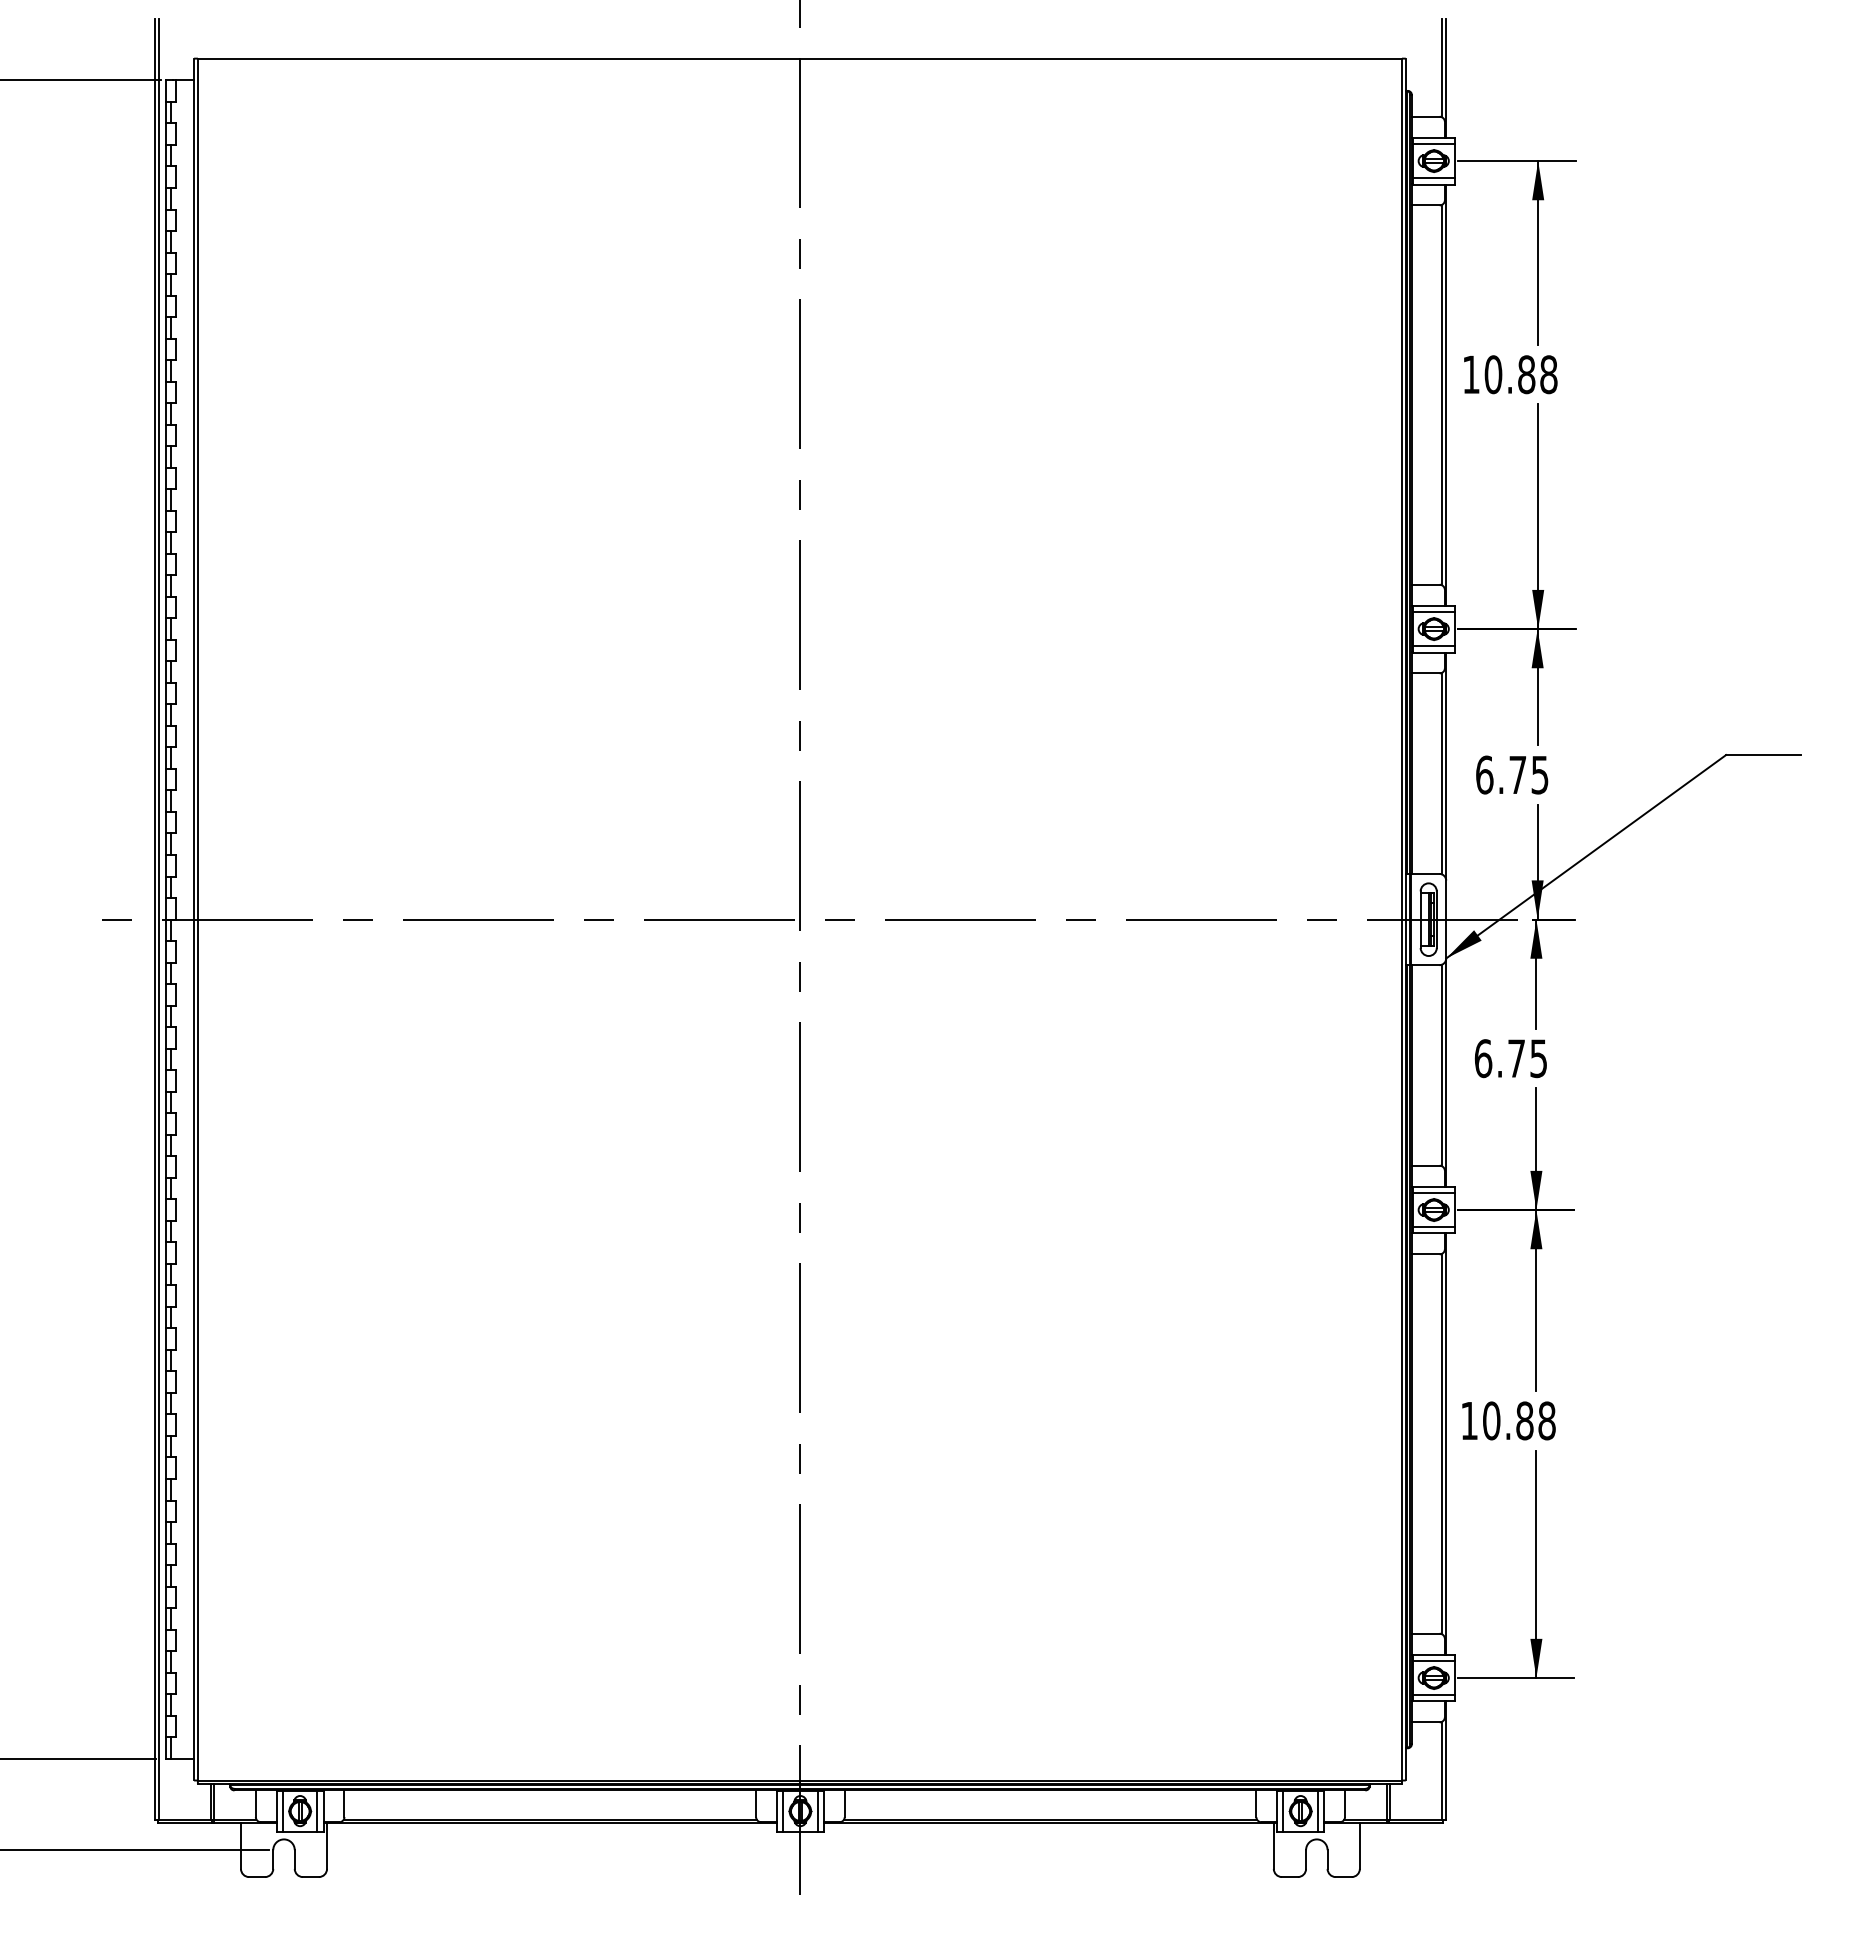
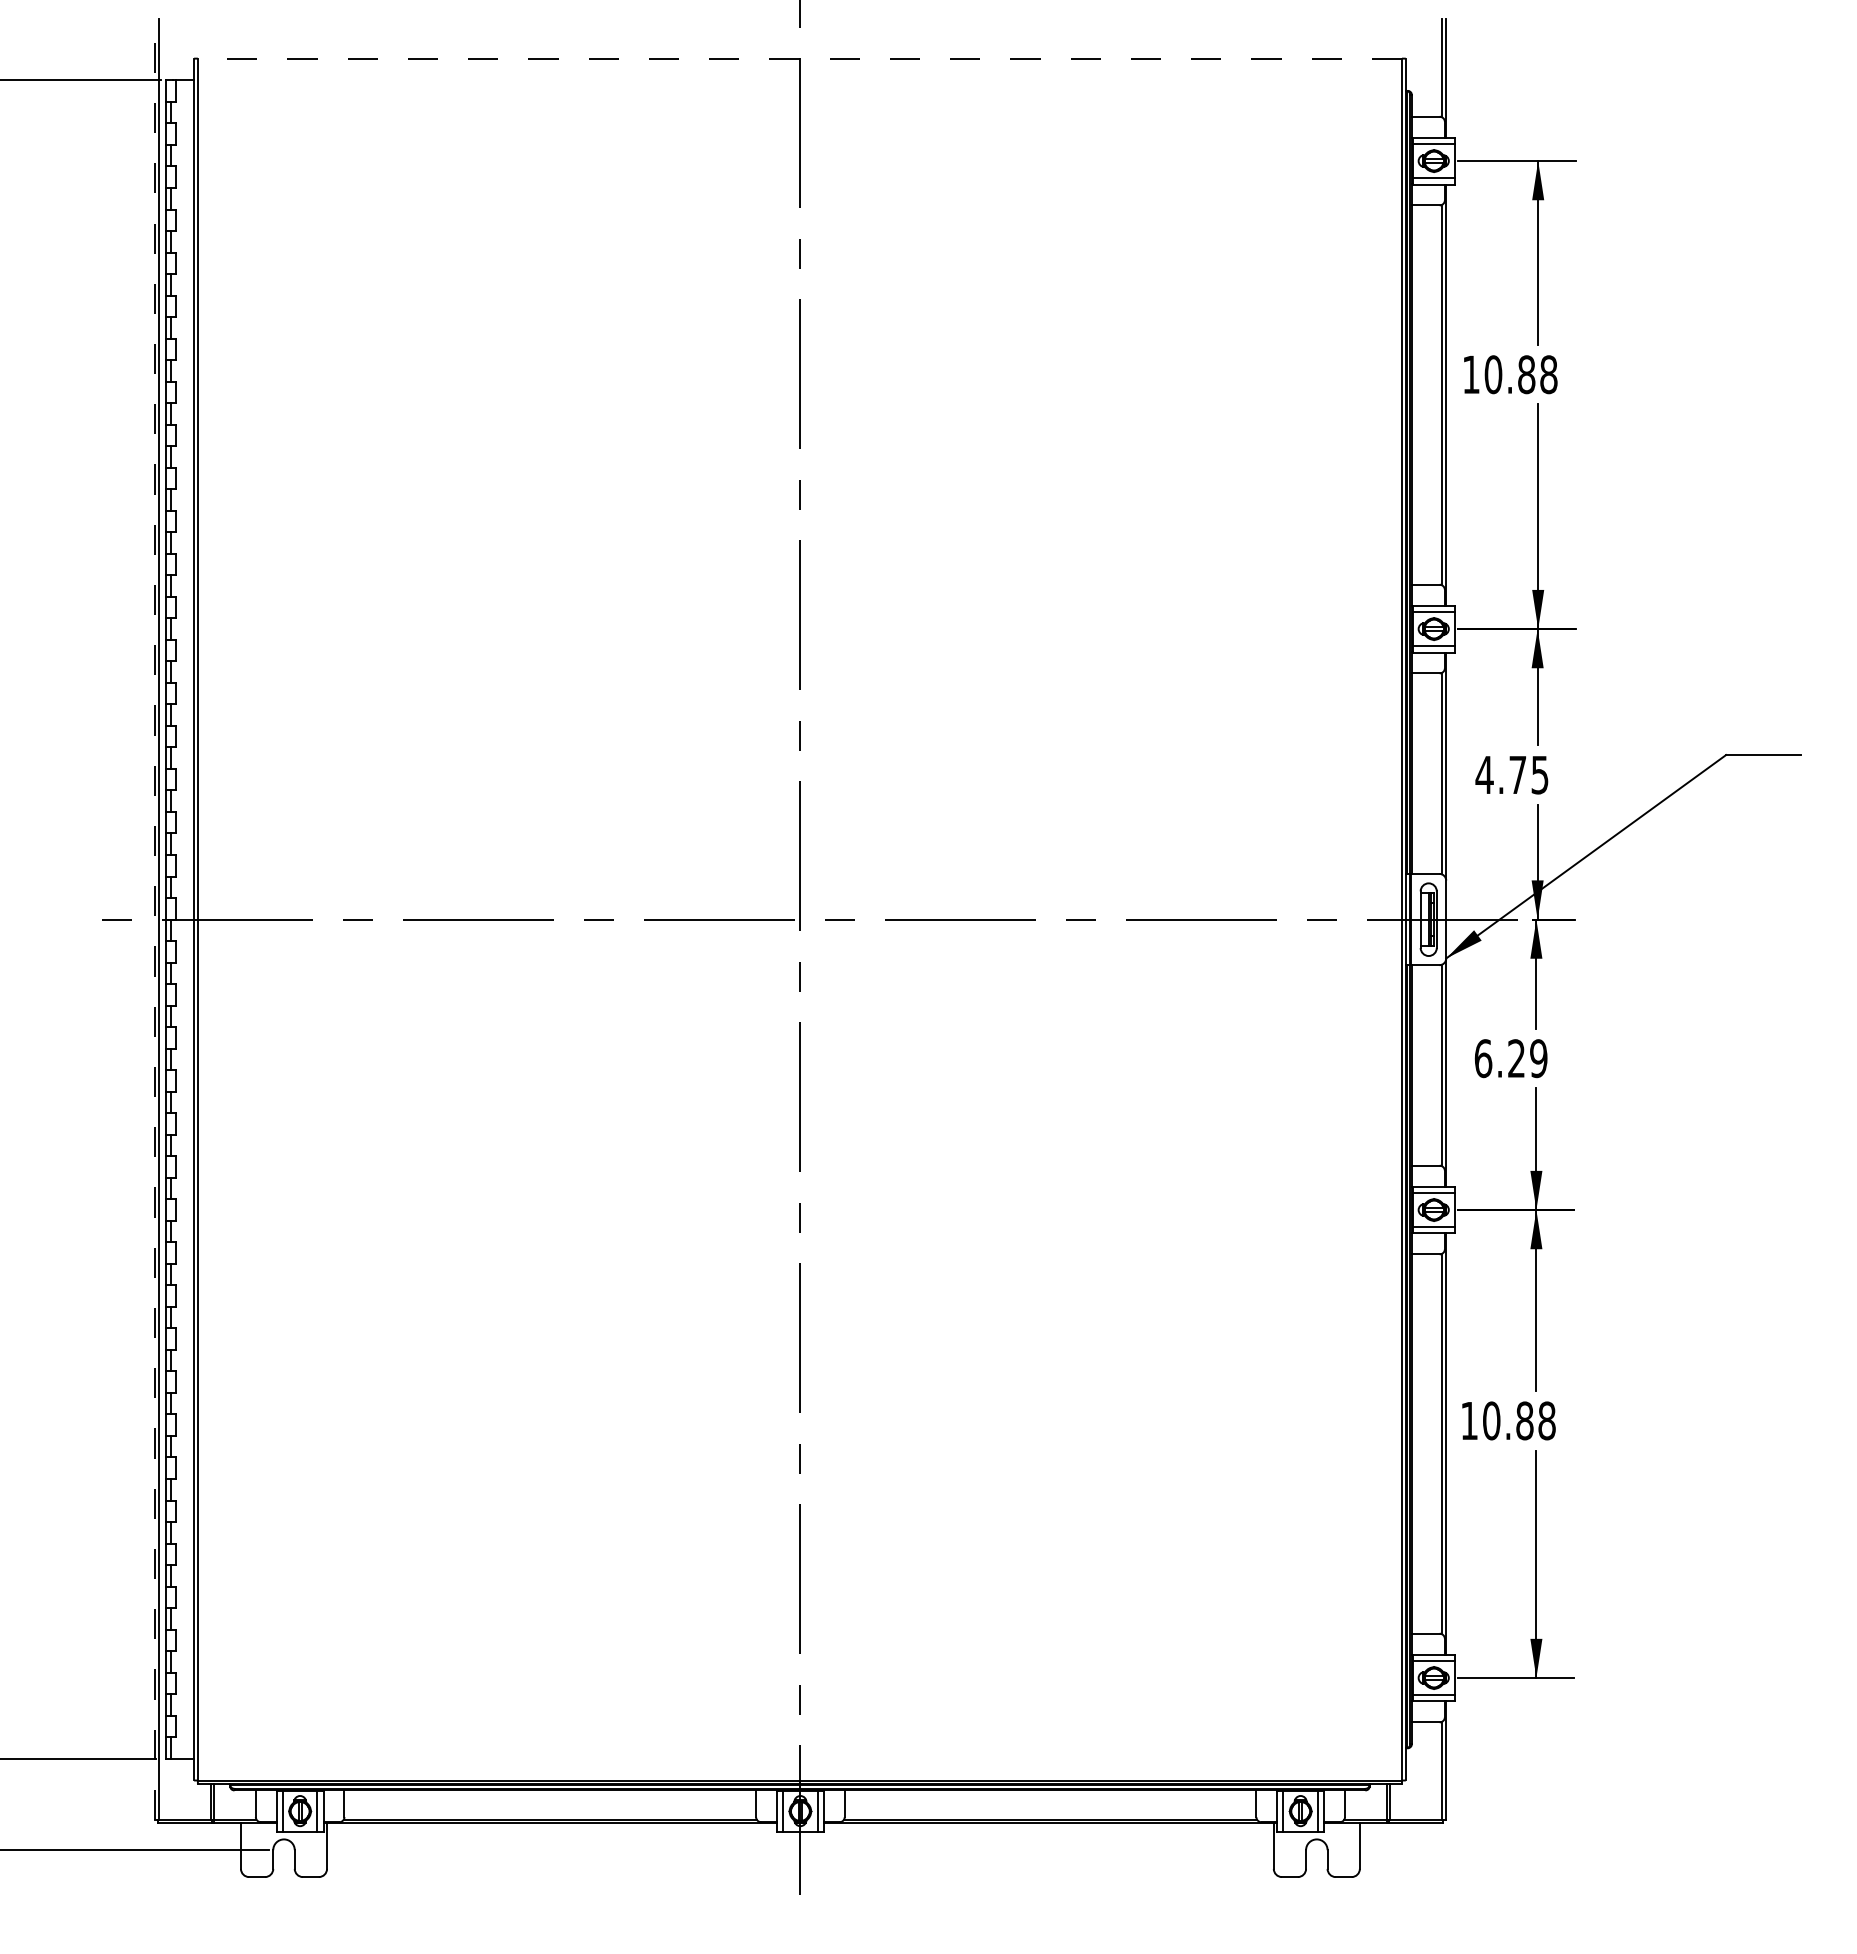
line at (799, 58): solid -> dashed
text at (1484, 774): 6.75 -> 4.75
line at (154, 919): solid -> dashed
text at (1527, 1058): 6.75 -> 6.29
